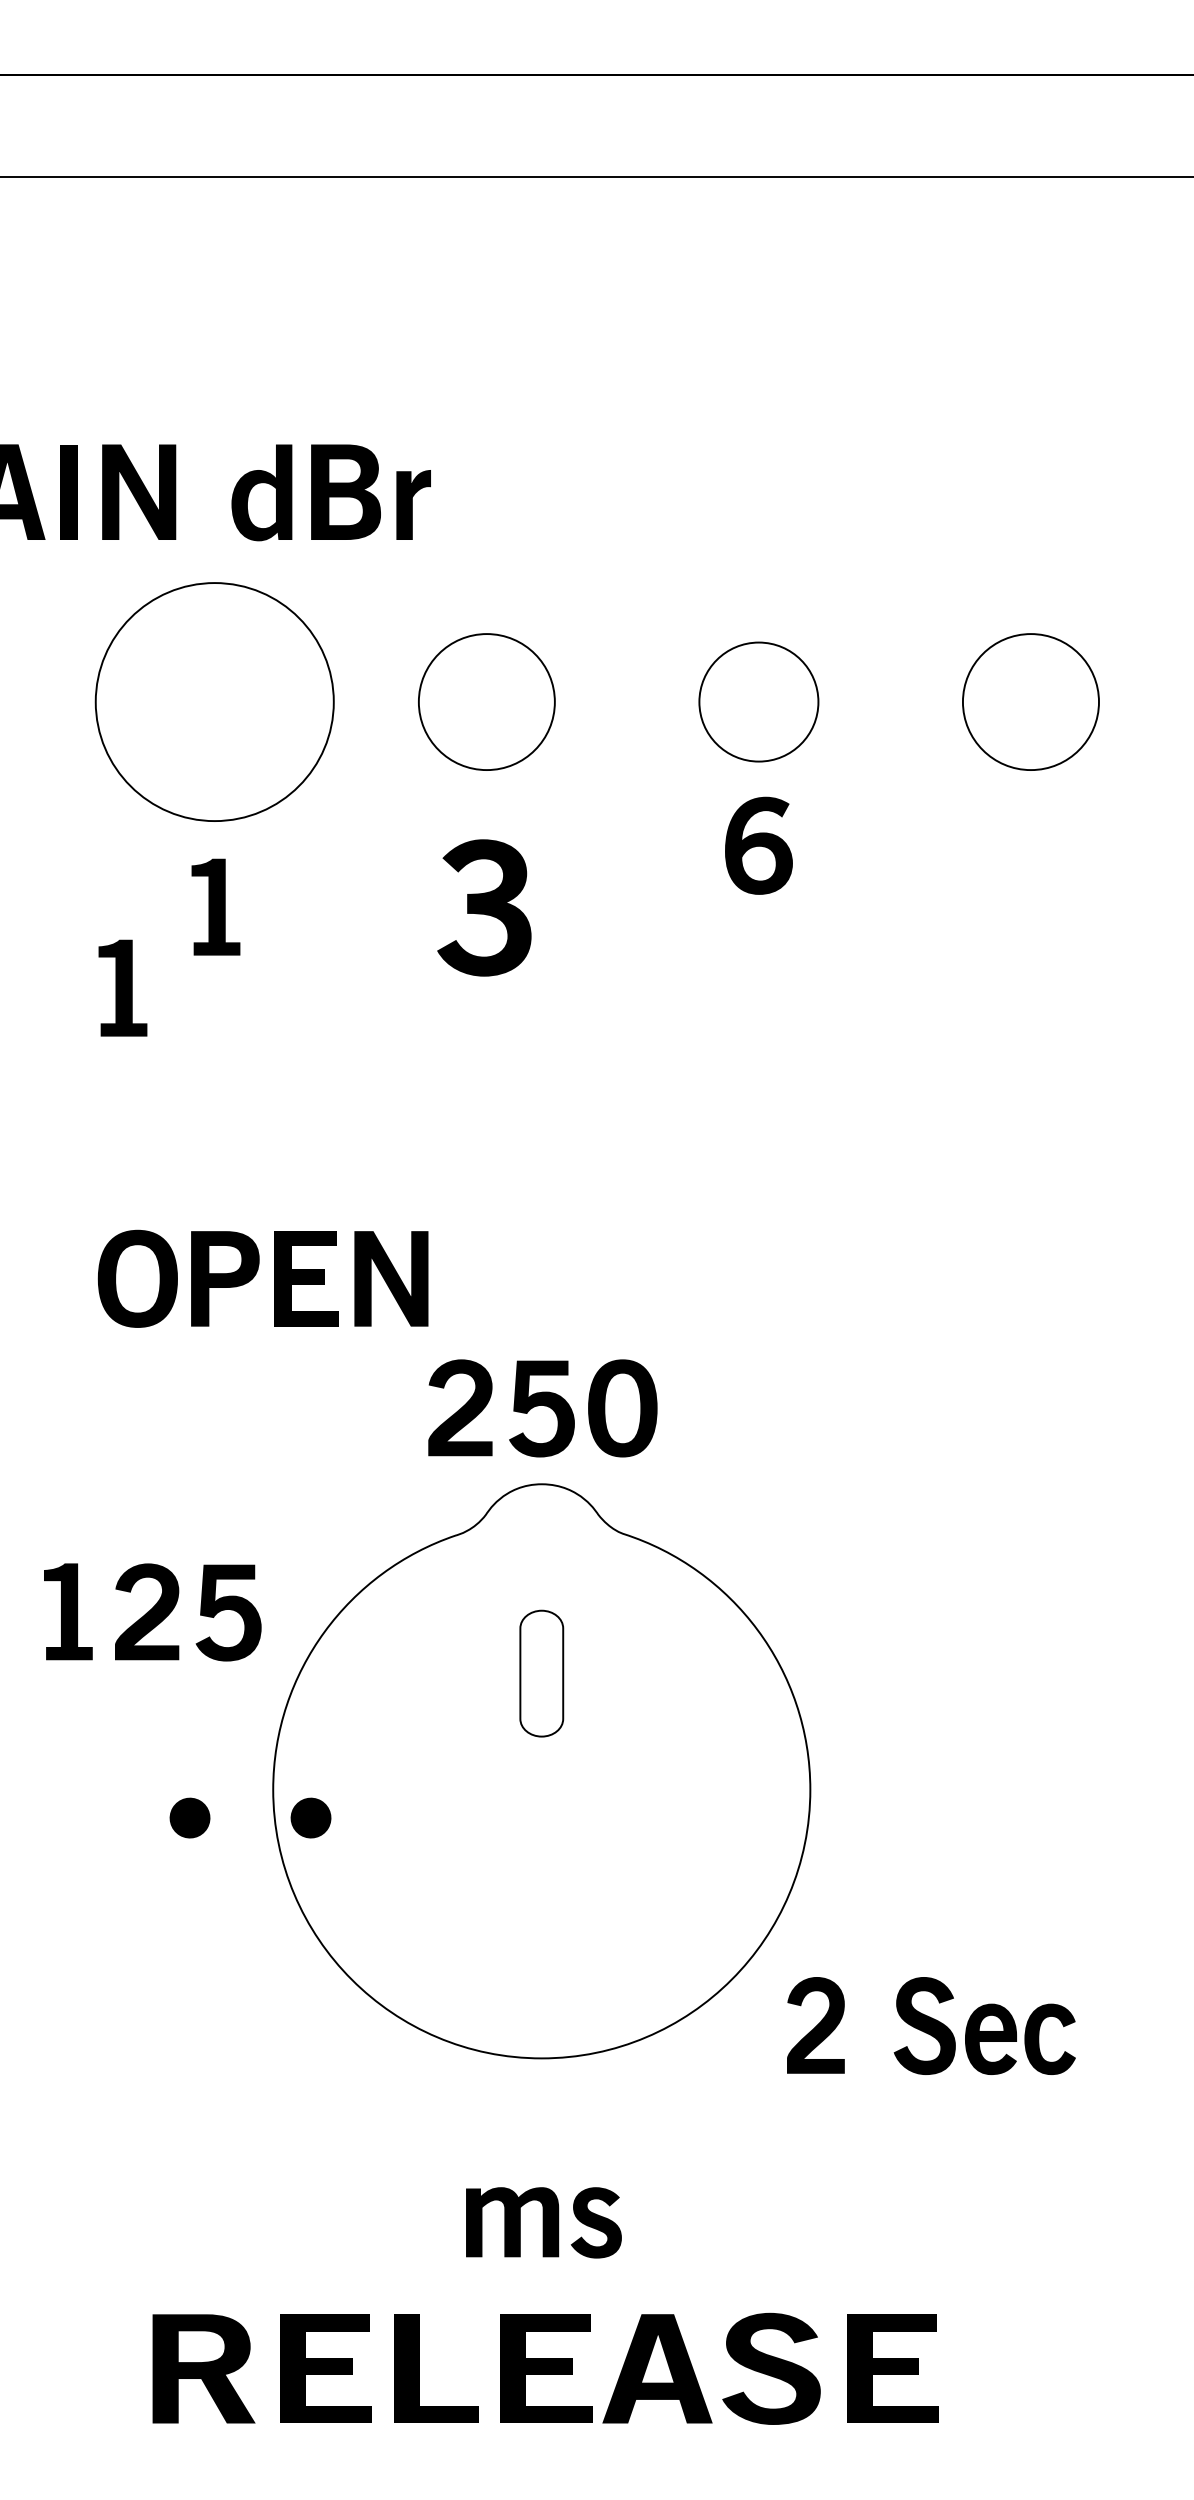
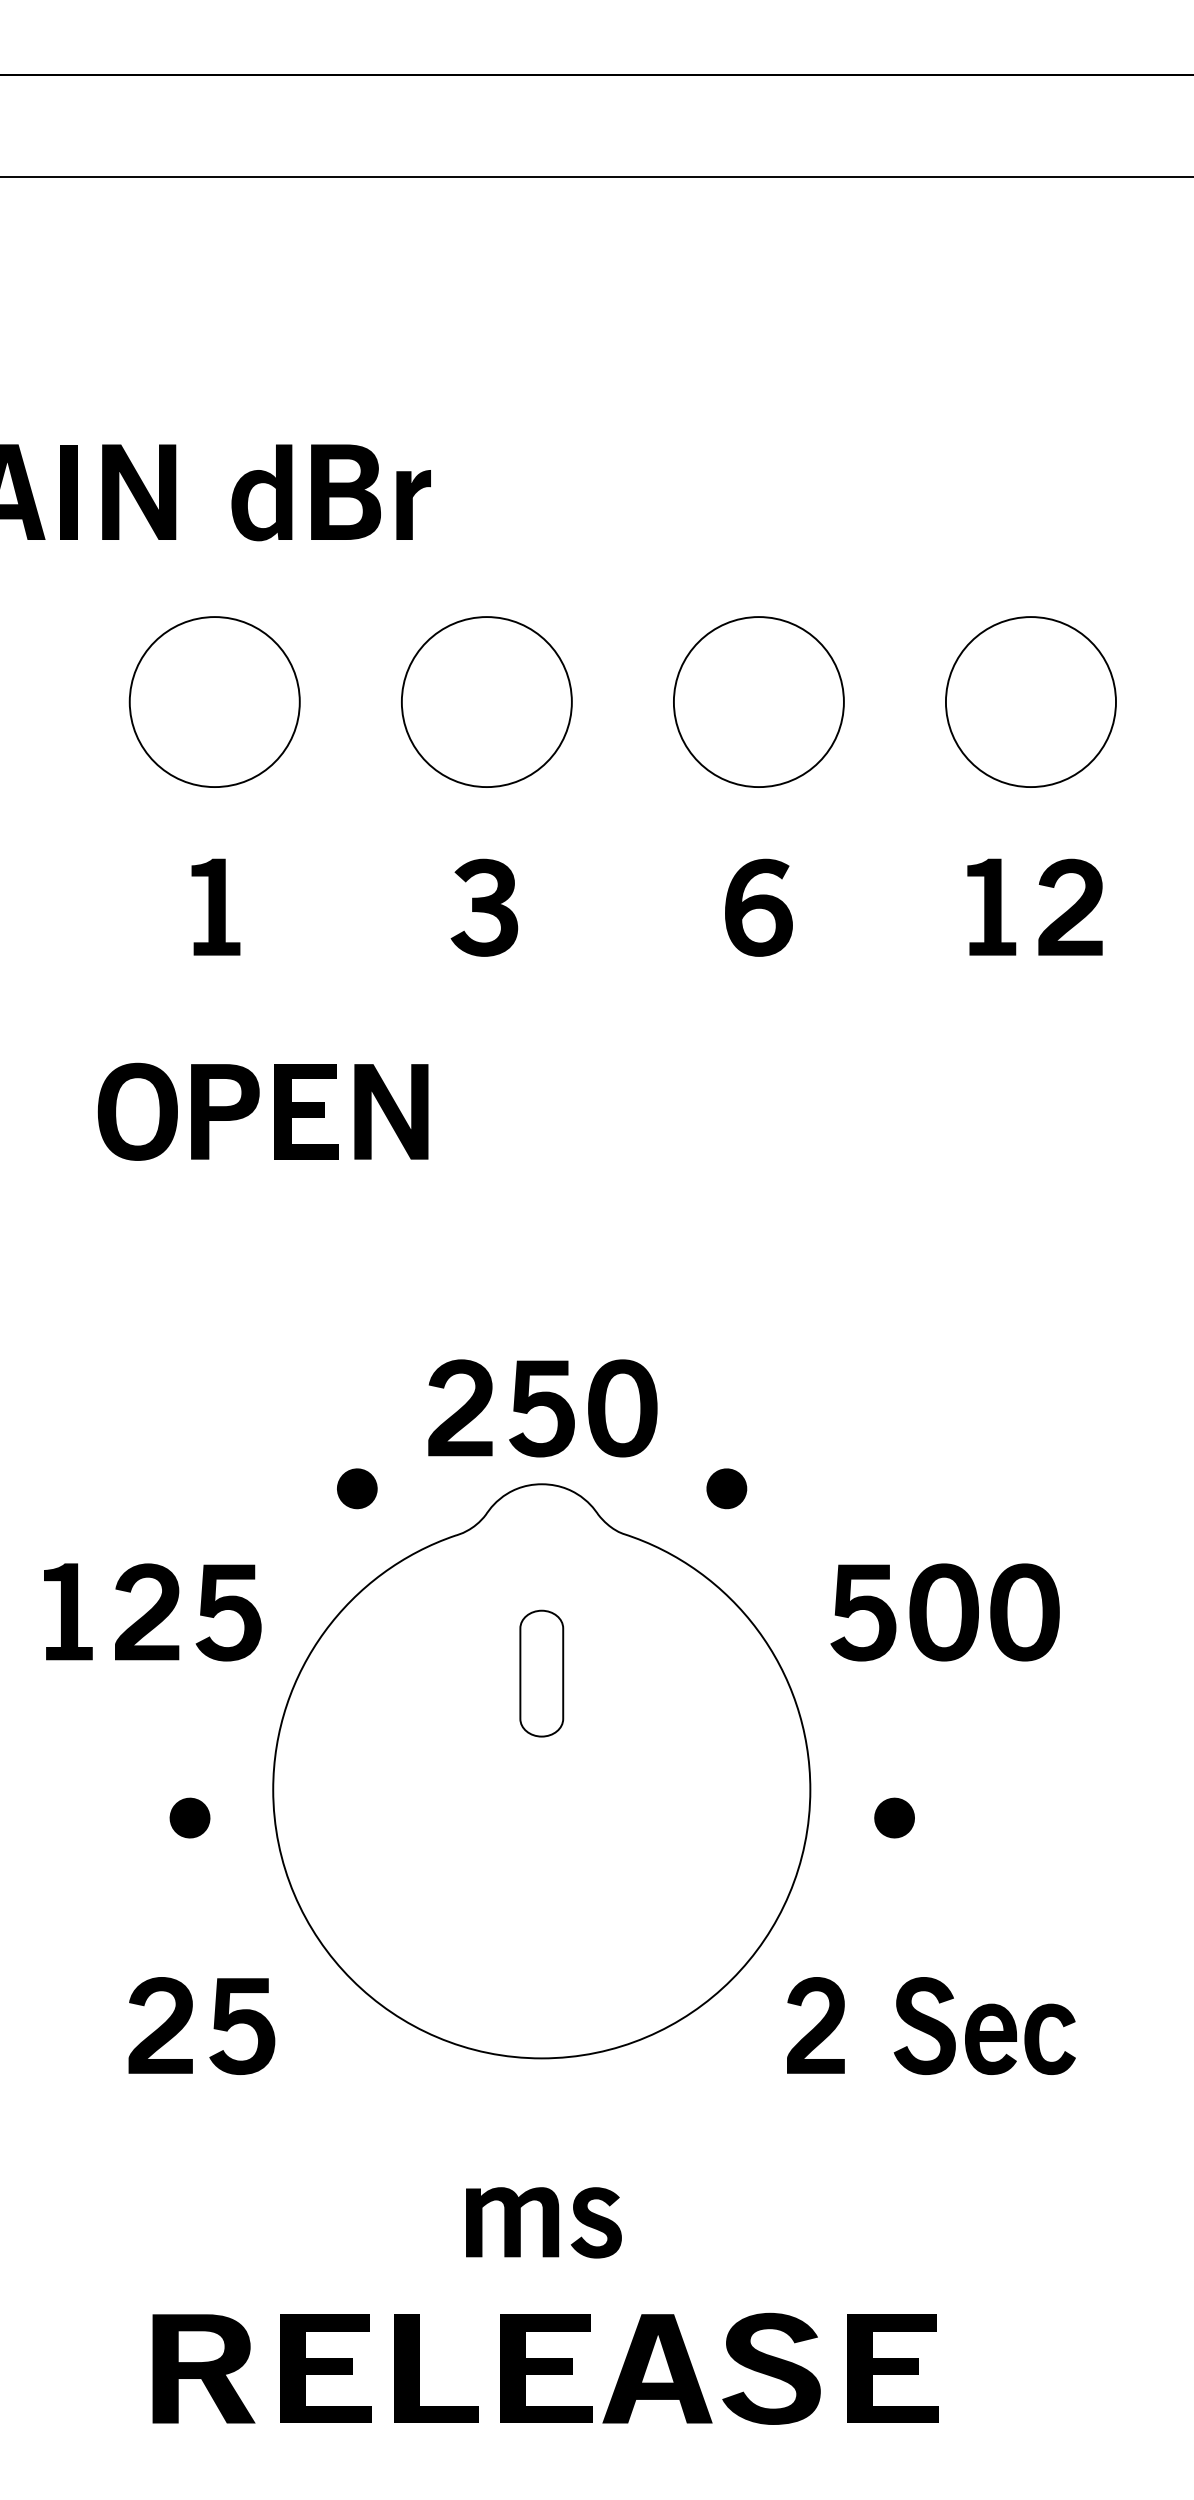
circle at (758, 701) diameter: 119 px -> 170 px
circle at (214, 702) diameter: 238 px -> 170 px
circle at (486, 702) diameter: 136 px -> 170 px
circle at (1030, 702) diameter: 136 px -> 170 px
part at (758, 845) position: (758, 845) -> (758, 907)
part at (1040, 885): none -> present
part at (484, 907) size: 95x138 px -> 69x99 px
part at (122, 987): present -> none
part at (256, 1274) position: (256, 1274) -> (256, 1107)
fill at (356, 1488): none -> present
fill at (726, 1488): none -> present
part at (944, 1612): none -> present
part at (310, 1817): present -> none
fill at (894, 1817): none -> present
part at (213, 2026): none -> present
